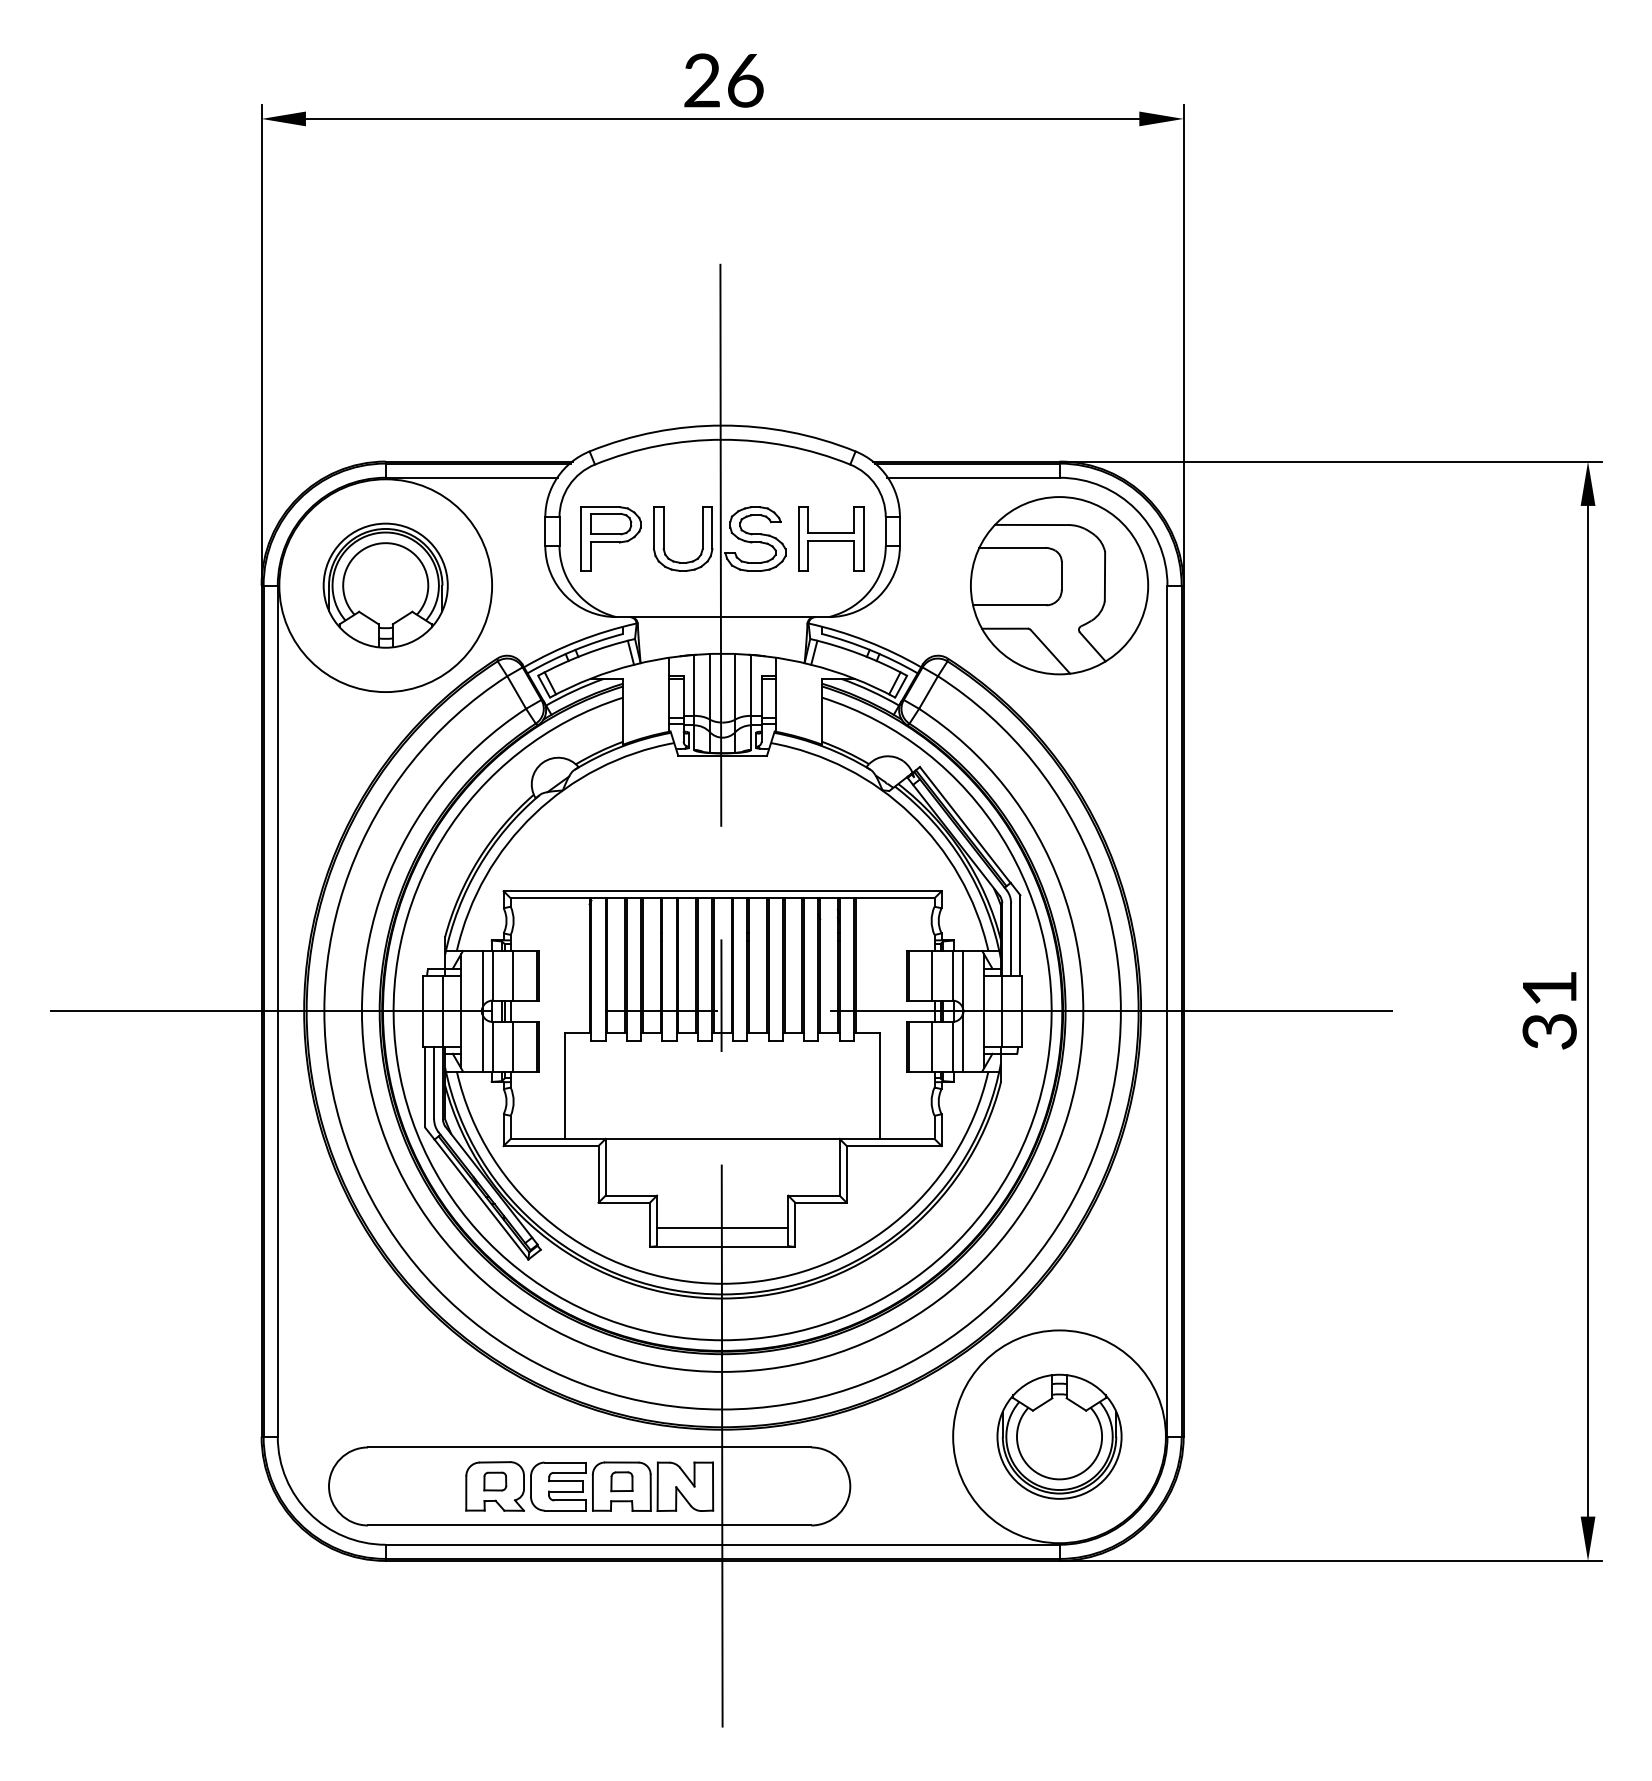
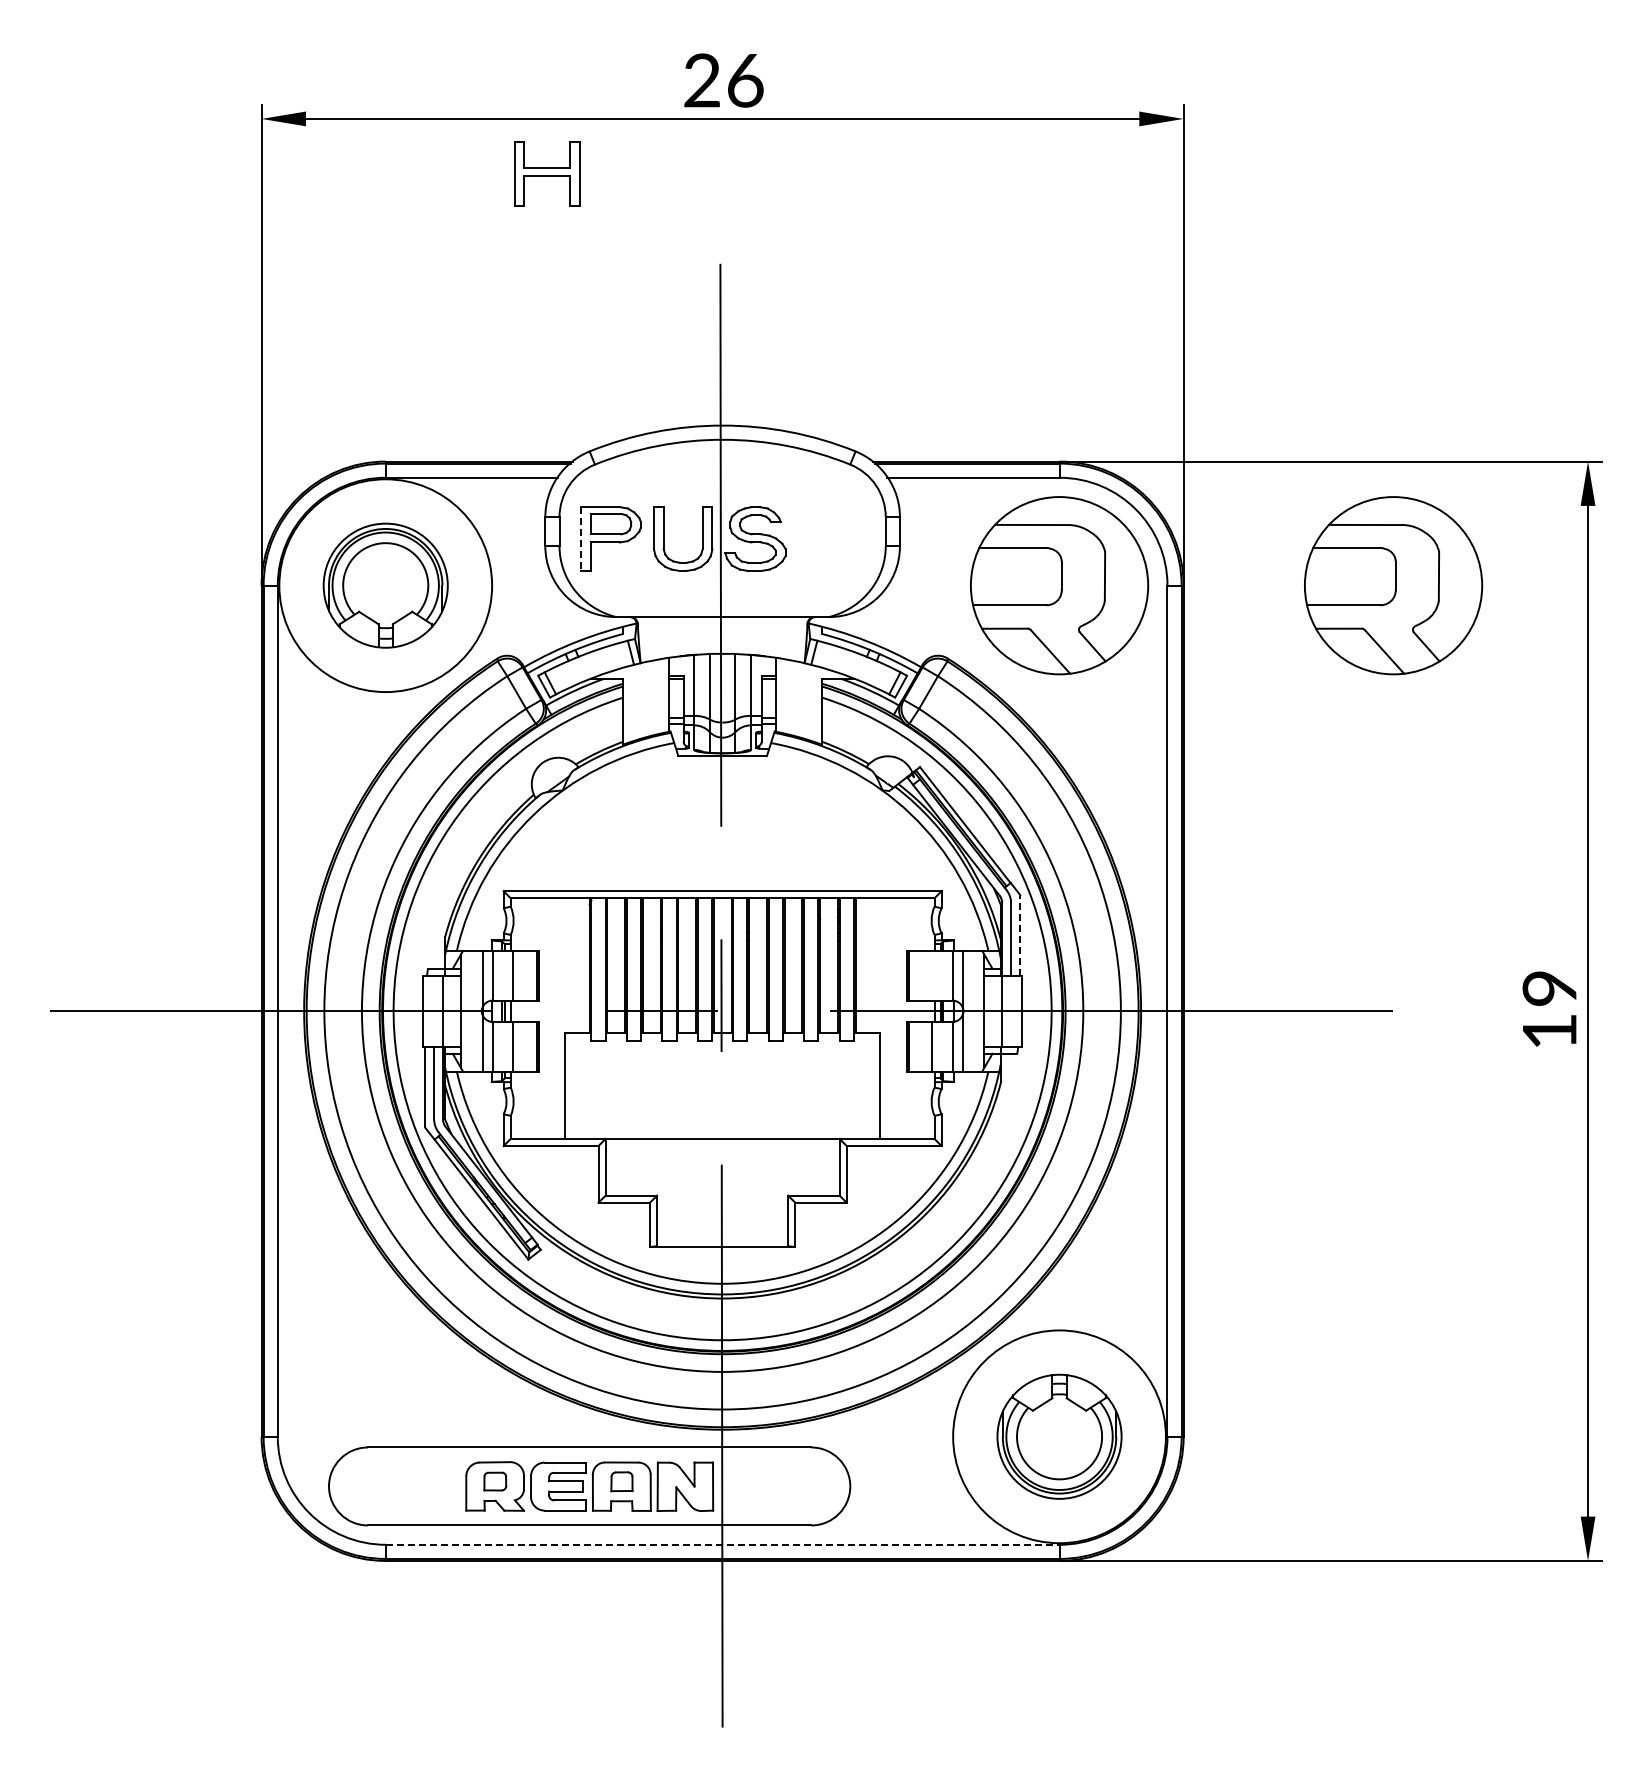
part at (831, 538) position: (831, 538) -> (547, 173)
line at (580, 539): solid -> dashed
part at (1393, 585): none -> present
line at (1020, 935): solid -> dashed
line at (931, 975): present -> none
text at (1549, 1010): 31 -> 19
line at (722, 1227): present -> none
line at (722, 1544): solid -> dashed
